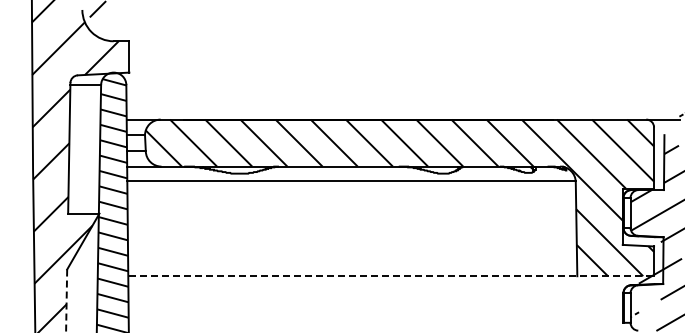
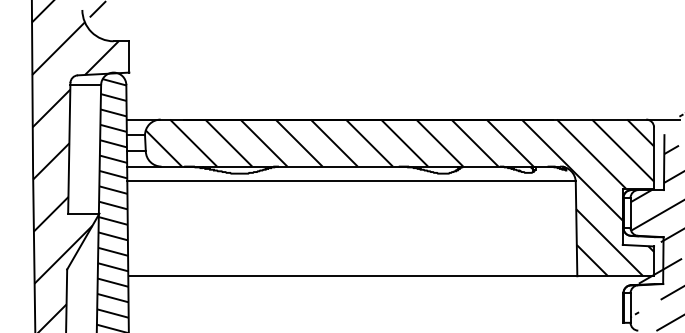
line at (391, 276): dashed -> solid
line at (66, 301): dashed -> solid
